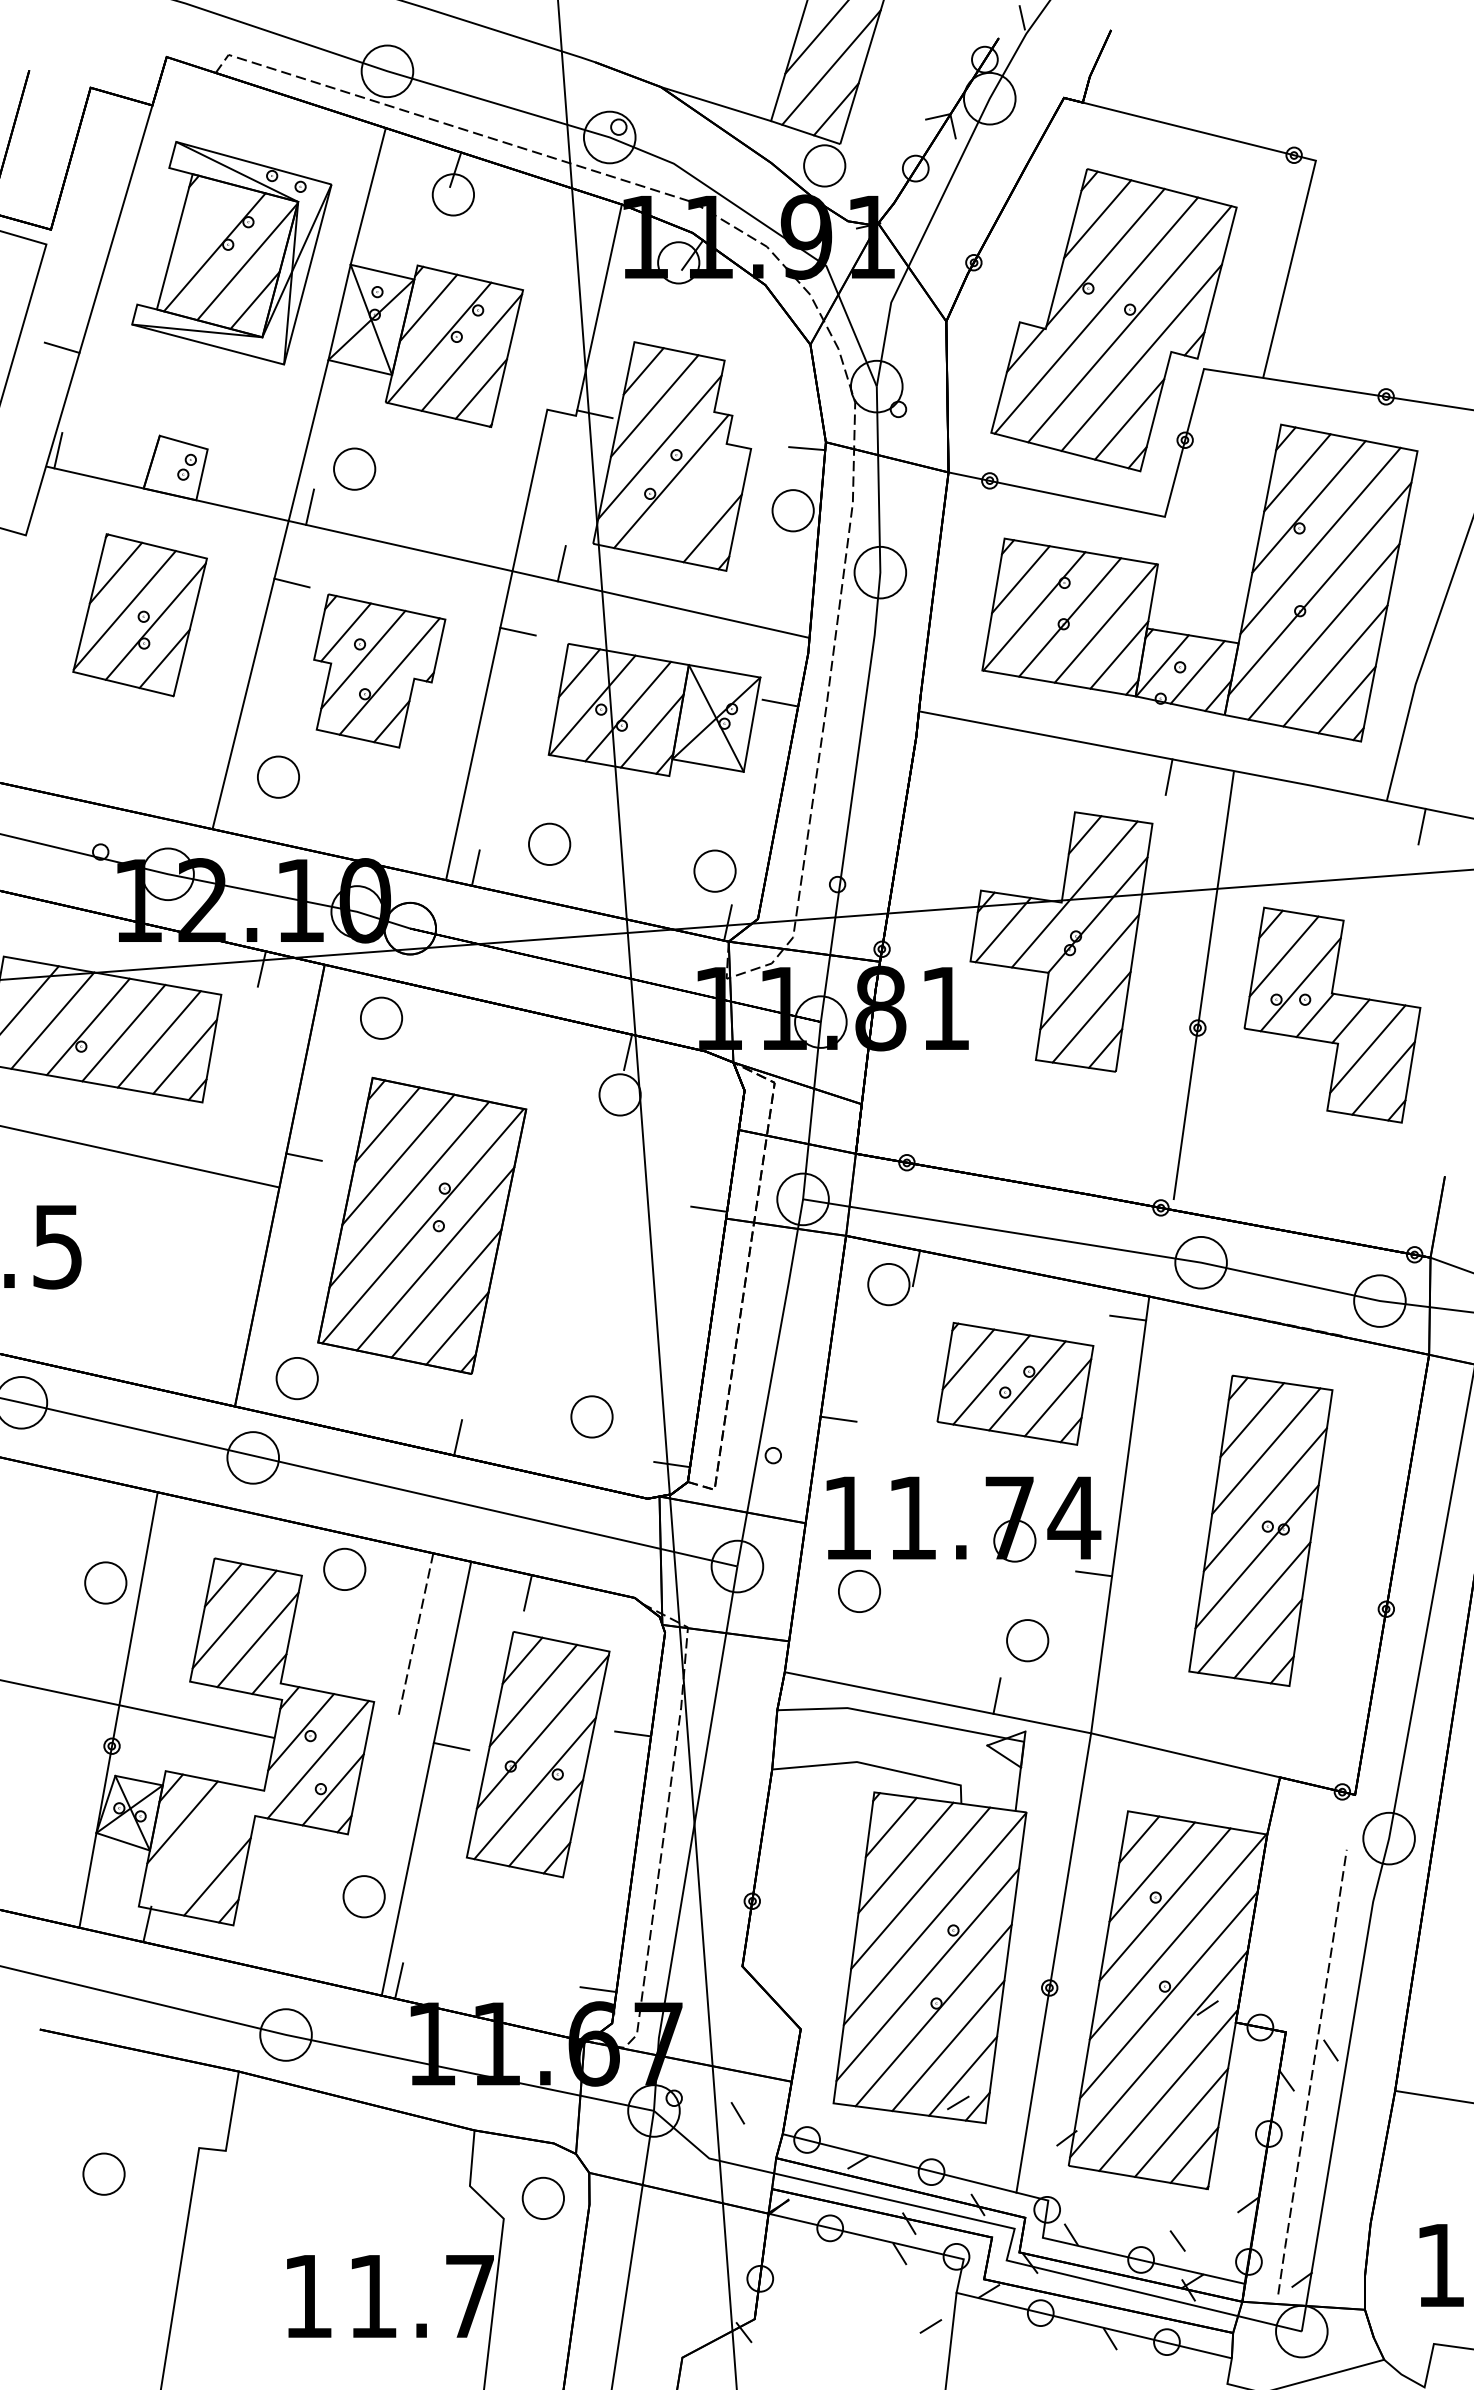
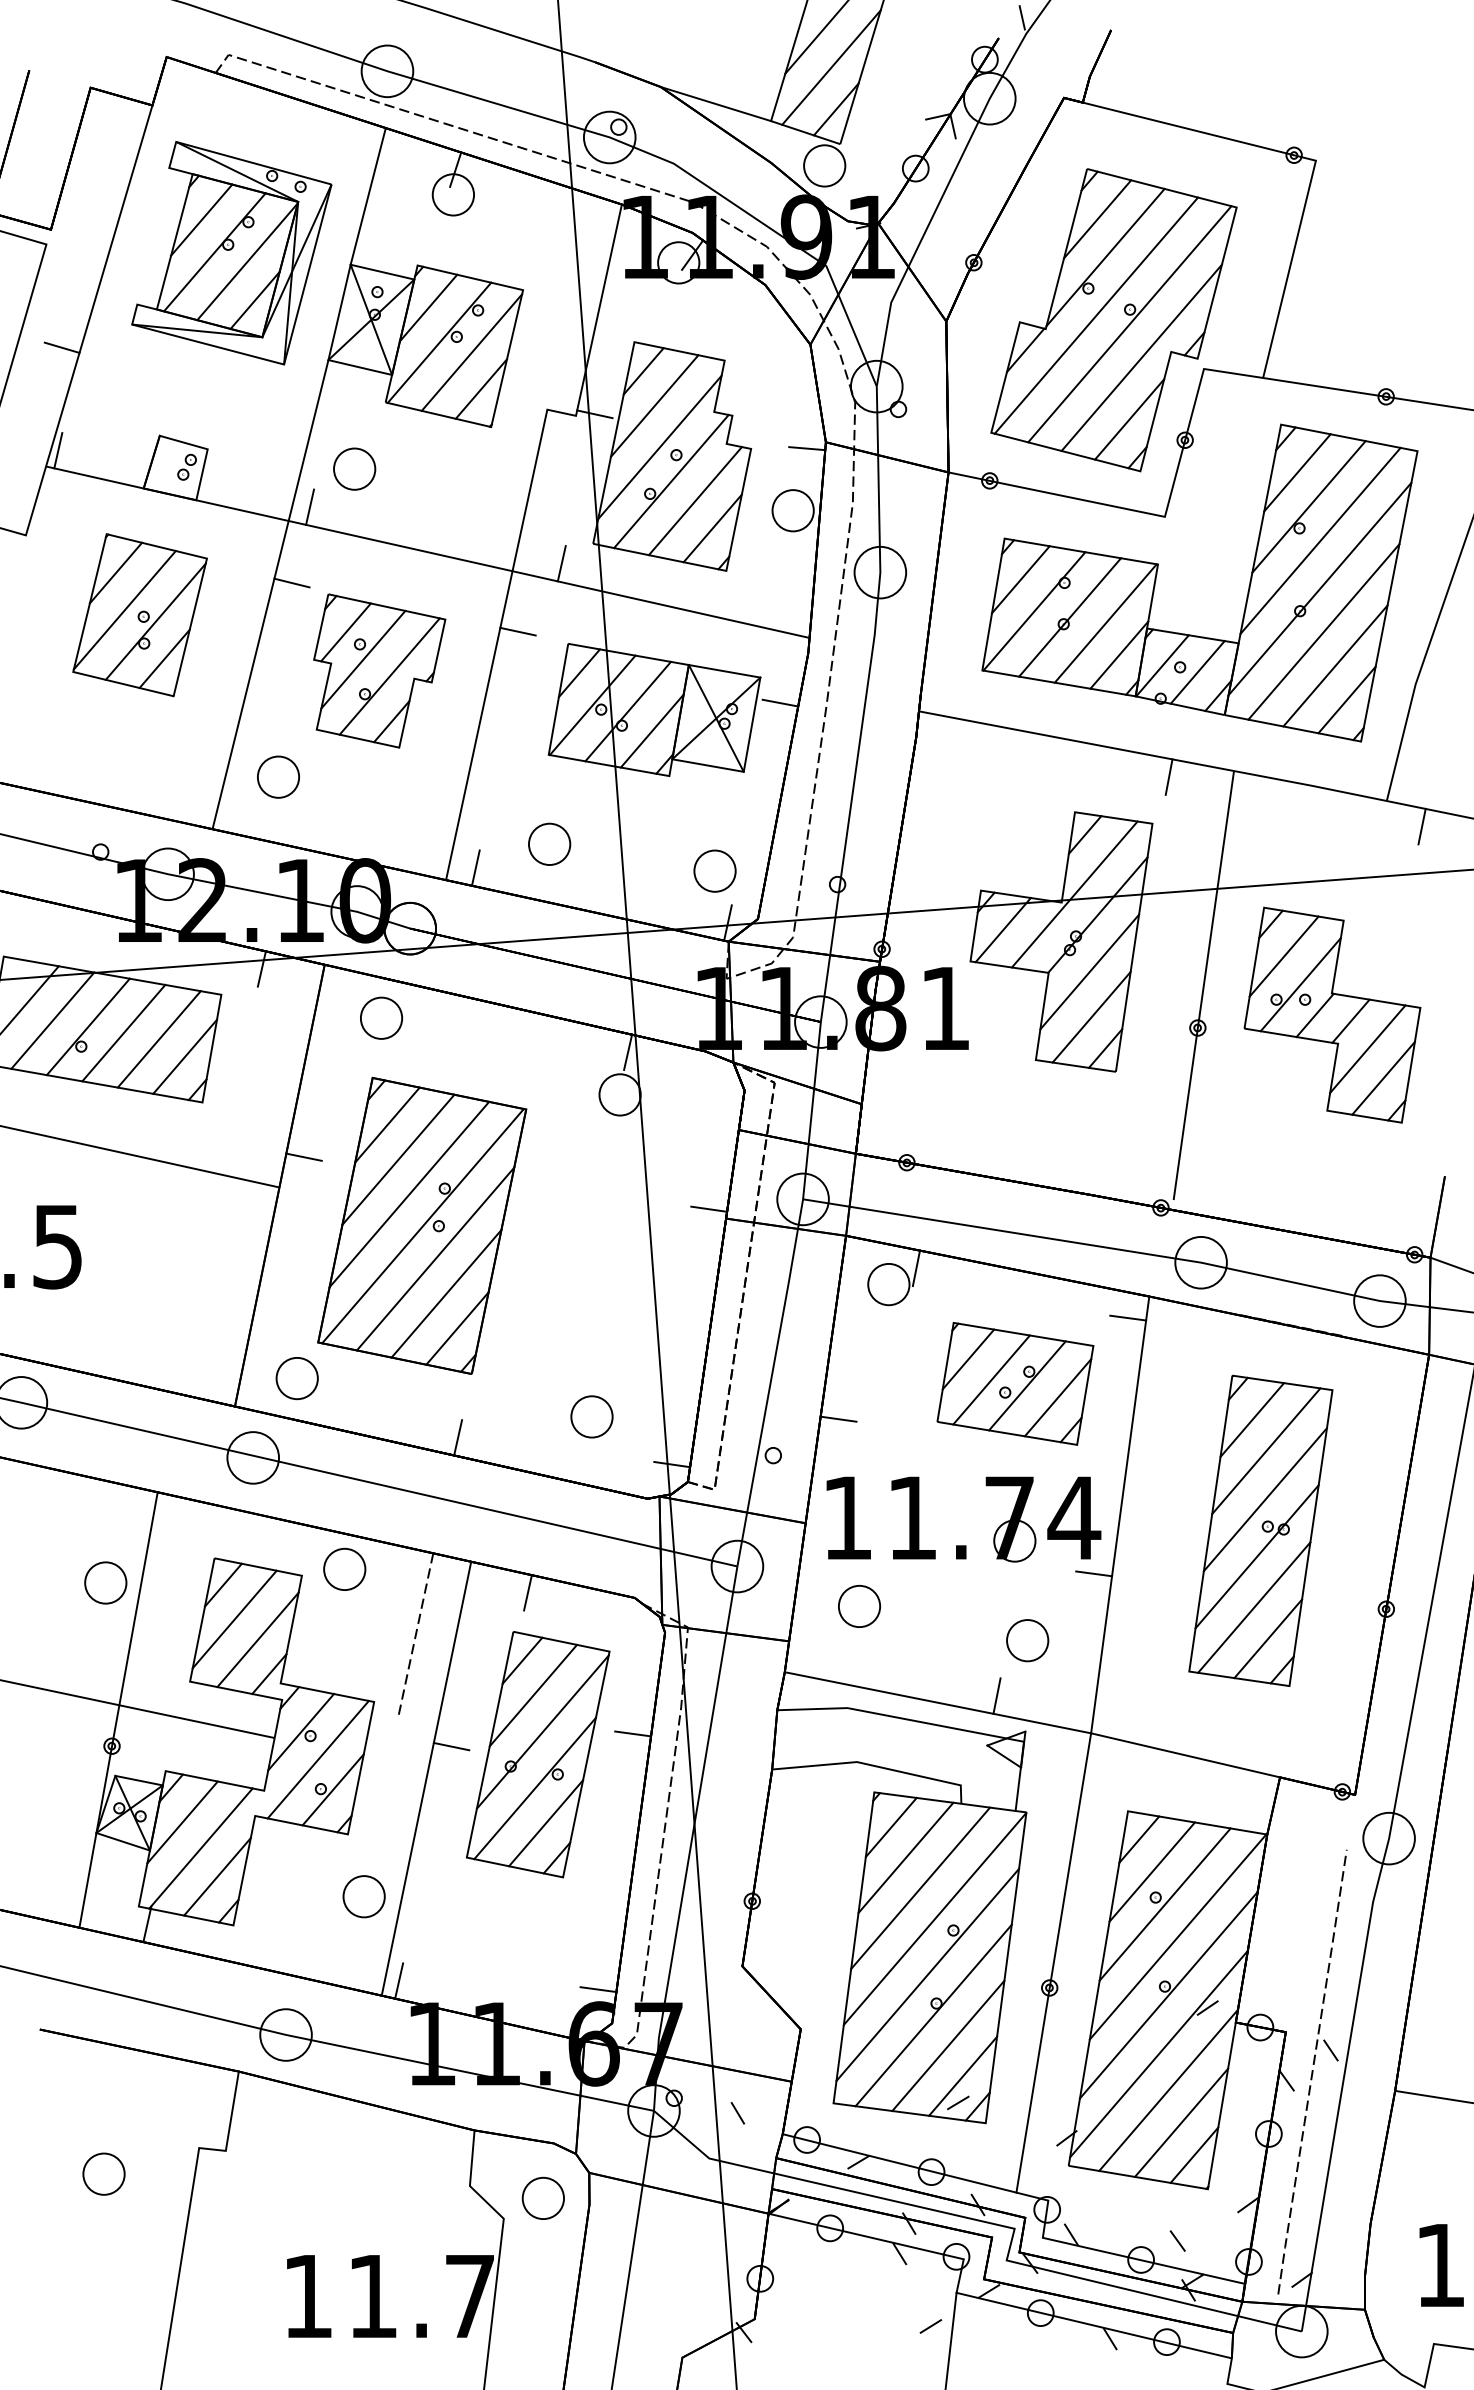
line at (201, 219): none -> present
line at (694, 501): none -> present
part at (859, 1591) position: (859, 1591) -> (859, 1606)
line at (200, 1848): none -> present
